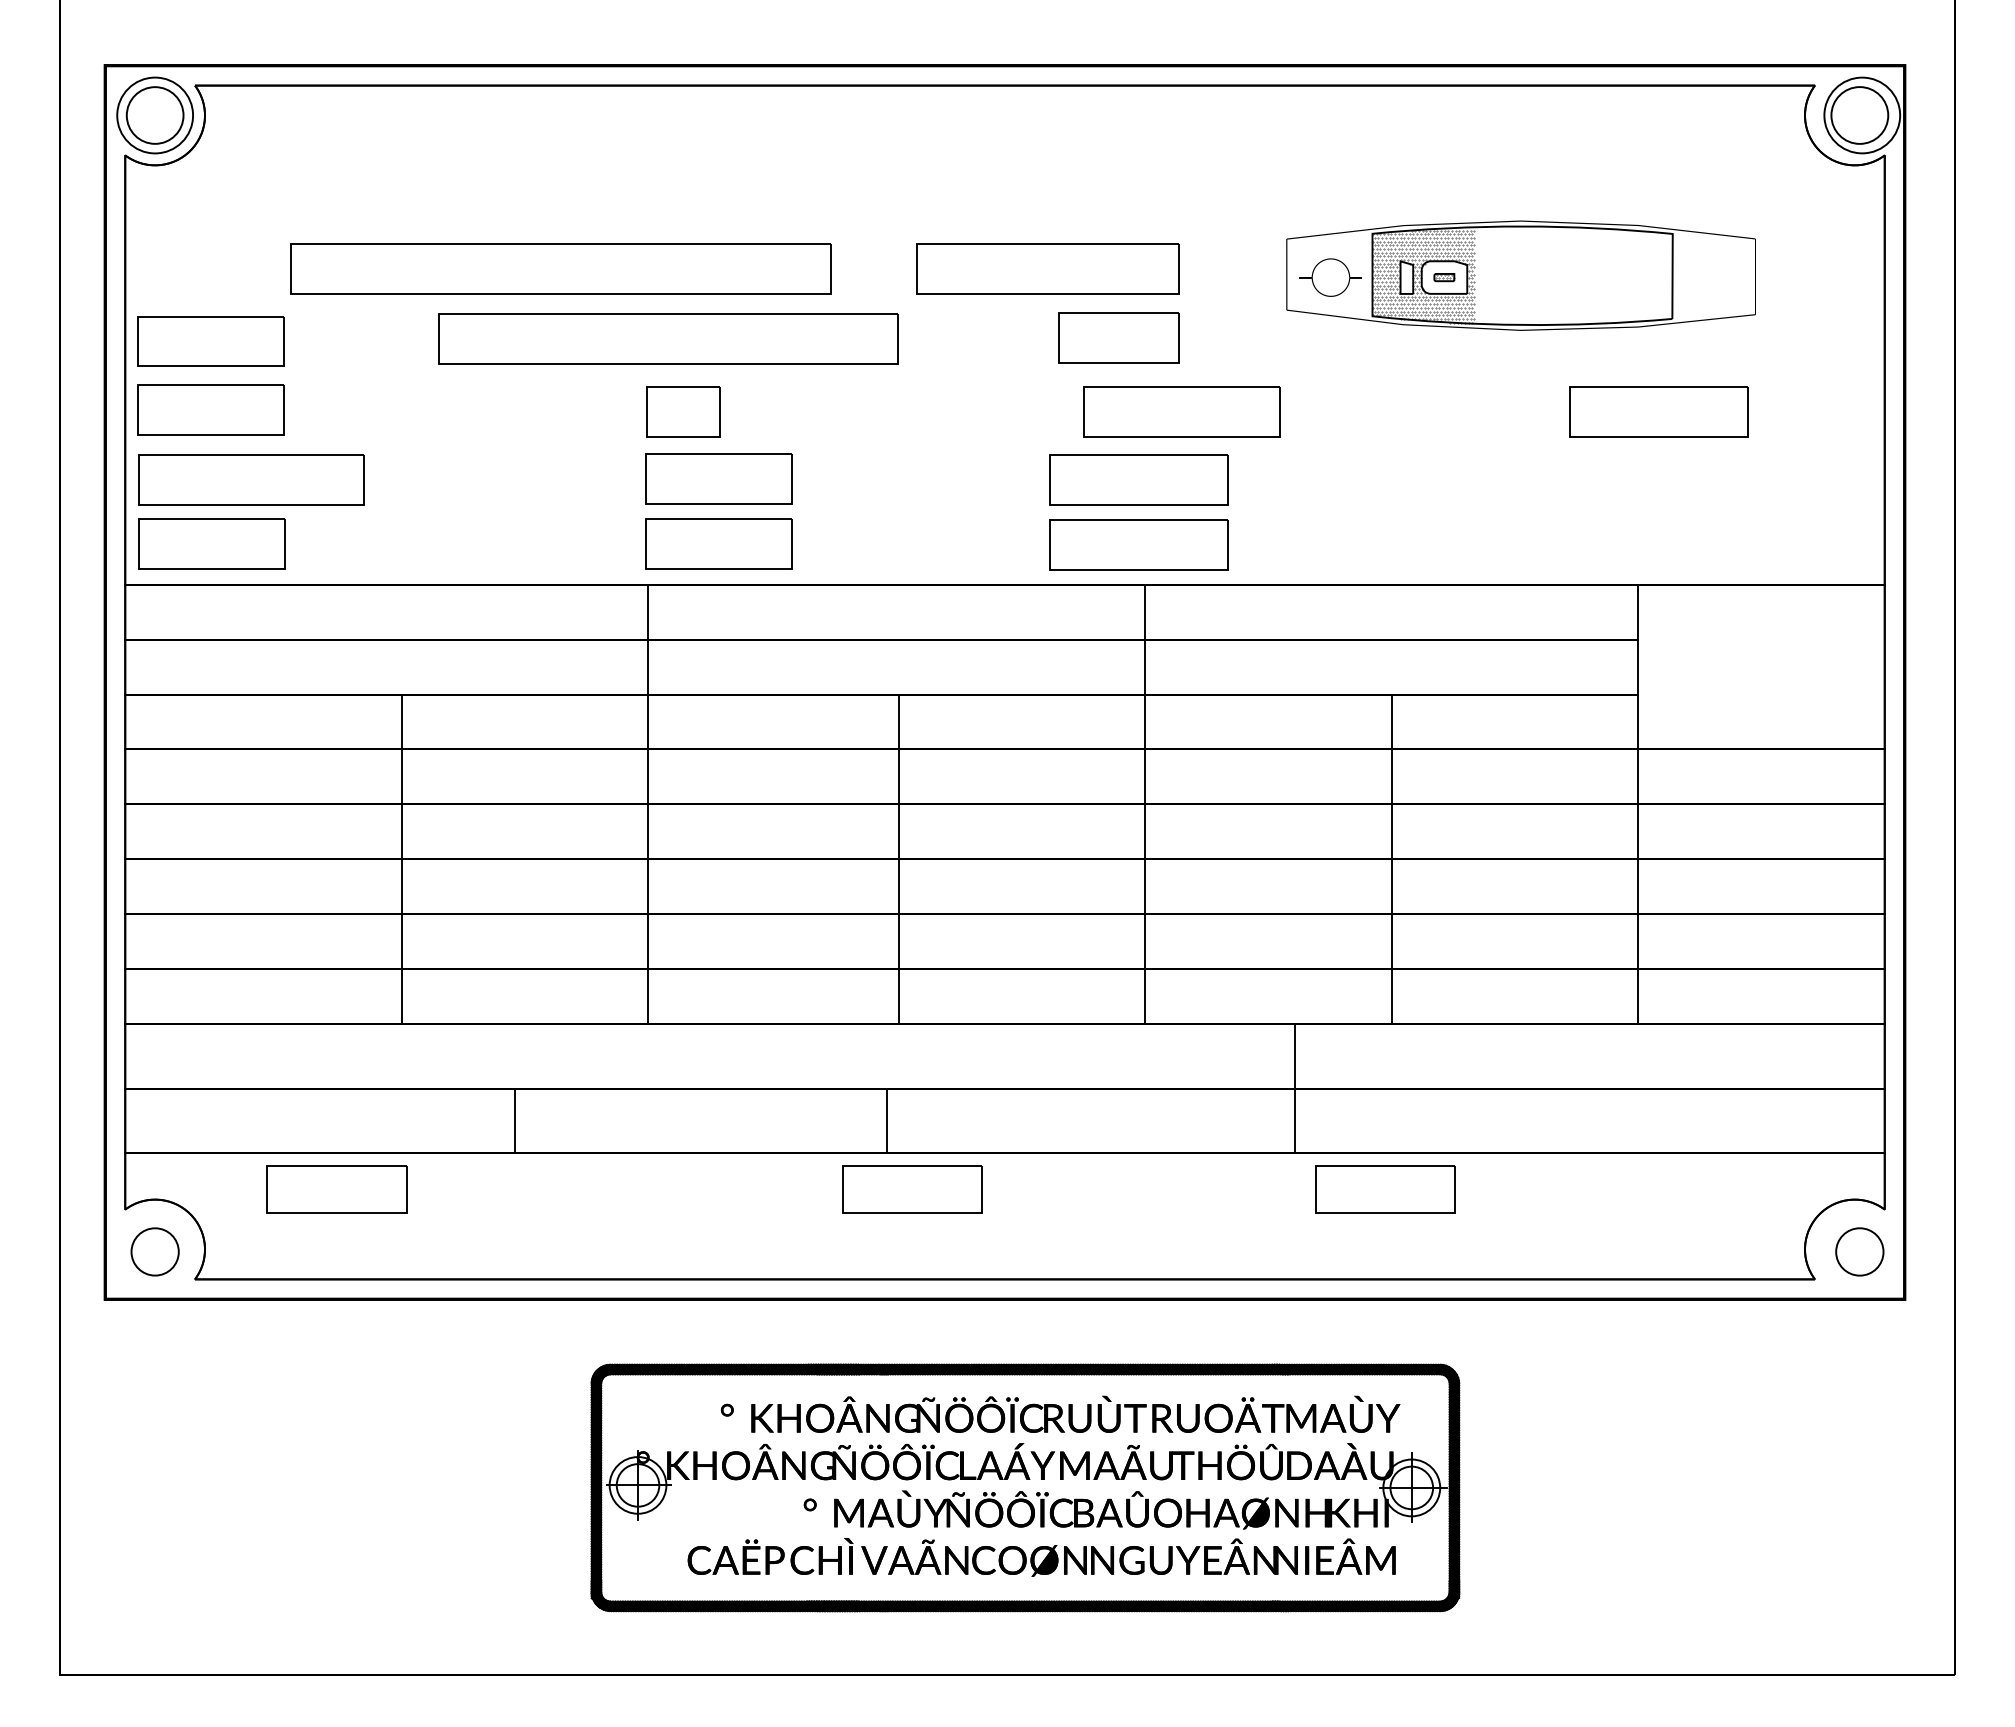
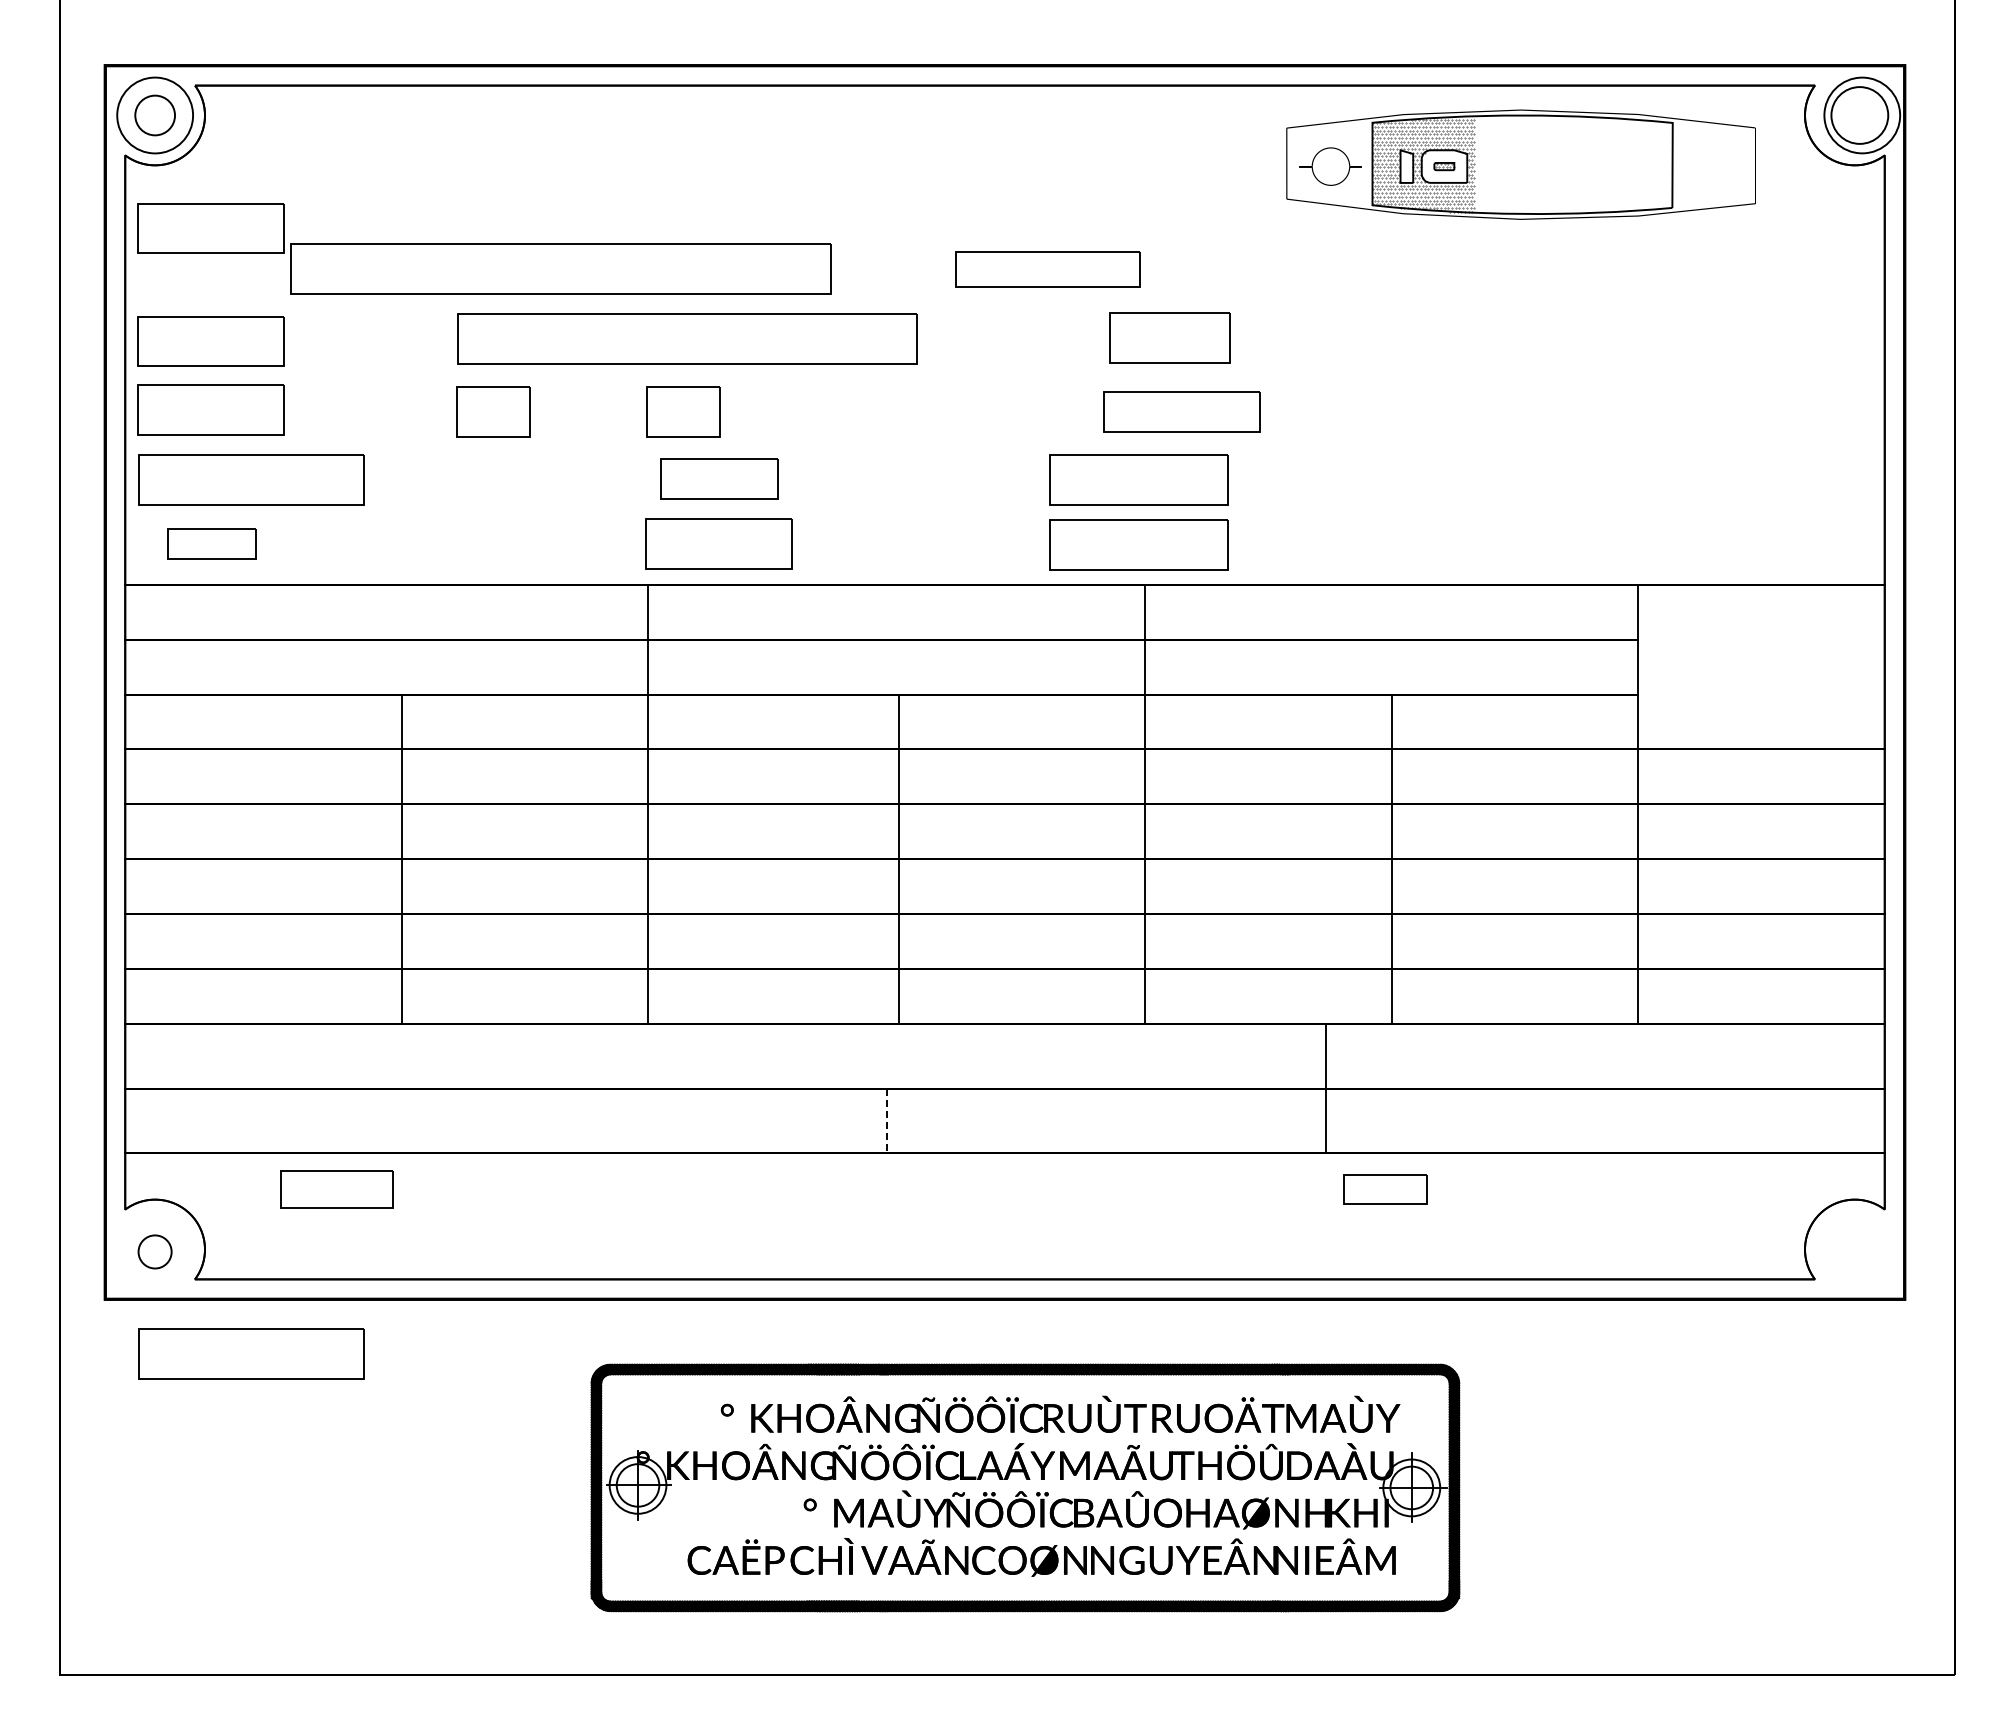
circle at (154, 115) diameter: 57 px -> 40 px
part at (210, 228): none -> present
part at (1047, 268) size: 264x52 px -> 186x37 px
part at (1520, 275) position: (1520, 275) -> (1520, 164)
part at (1118, 337) position: (1118, 337) -> (1169, 337)
part at (668, 338) position: (668, 338) -> (687, 338)
part at (493, 411): none -> present
part at (1181, 411) size: 198x52 px -> 158x42 px
part at (1658, 411): present -> none
part at (718, 478) size: 148x52 px -> 119x42 px
part at (211, 543) size: 148x52 px -> 90x32 px
line at (1294, 1087) position: (1294, 1087) -> (1325, 1087)
line at (515, 1120): present -> none
line at (887, 1121): solid -> dashed
part at (336, 1189) size: 142x49 px -> 114x39 px
part at (912, 1189): present -> none
part at (1385, 1189) size: 141x49 px -> 85x31 px
circle at (154, 1251) size: 50x50 px -> 36x36 px
circle at (1859, 1251): present -> none
part at (251, 1353): none -> present
